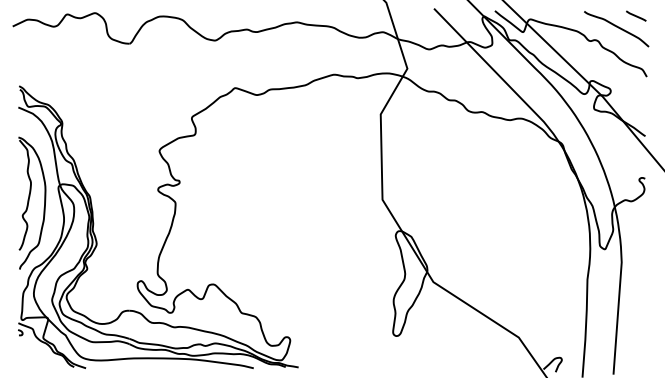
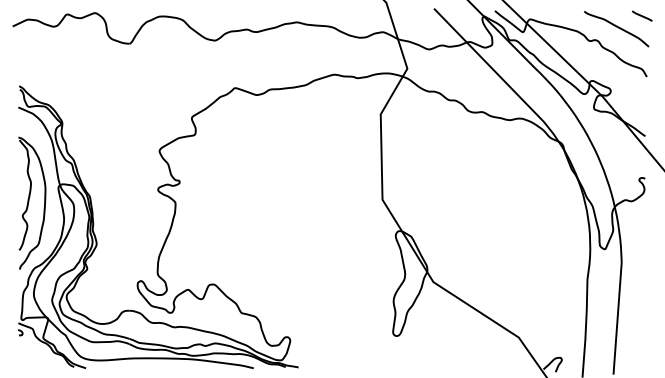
line at (636, 15) position: (636, 15) -> (642, 15)
